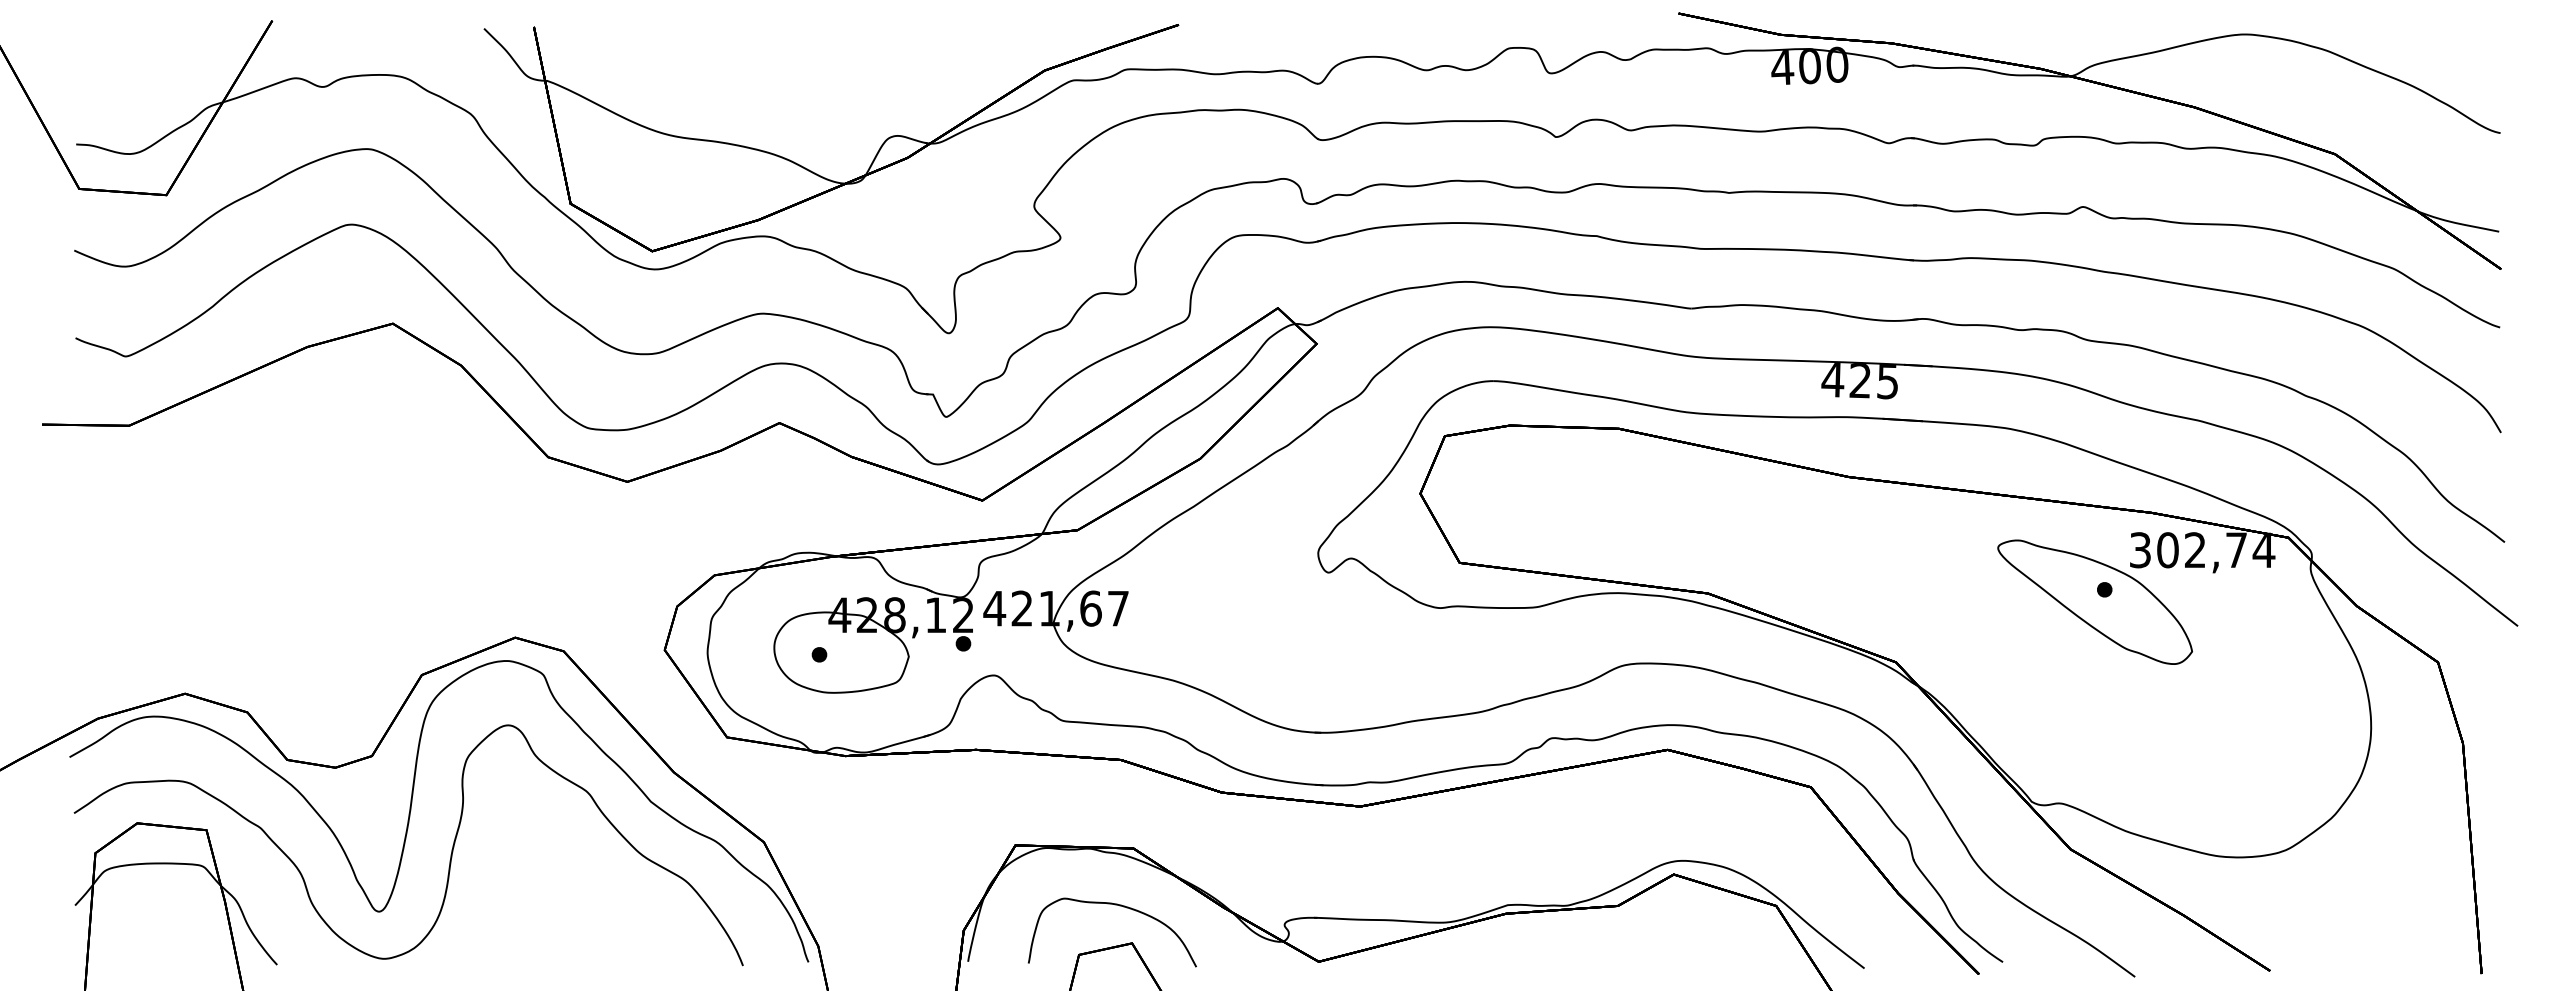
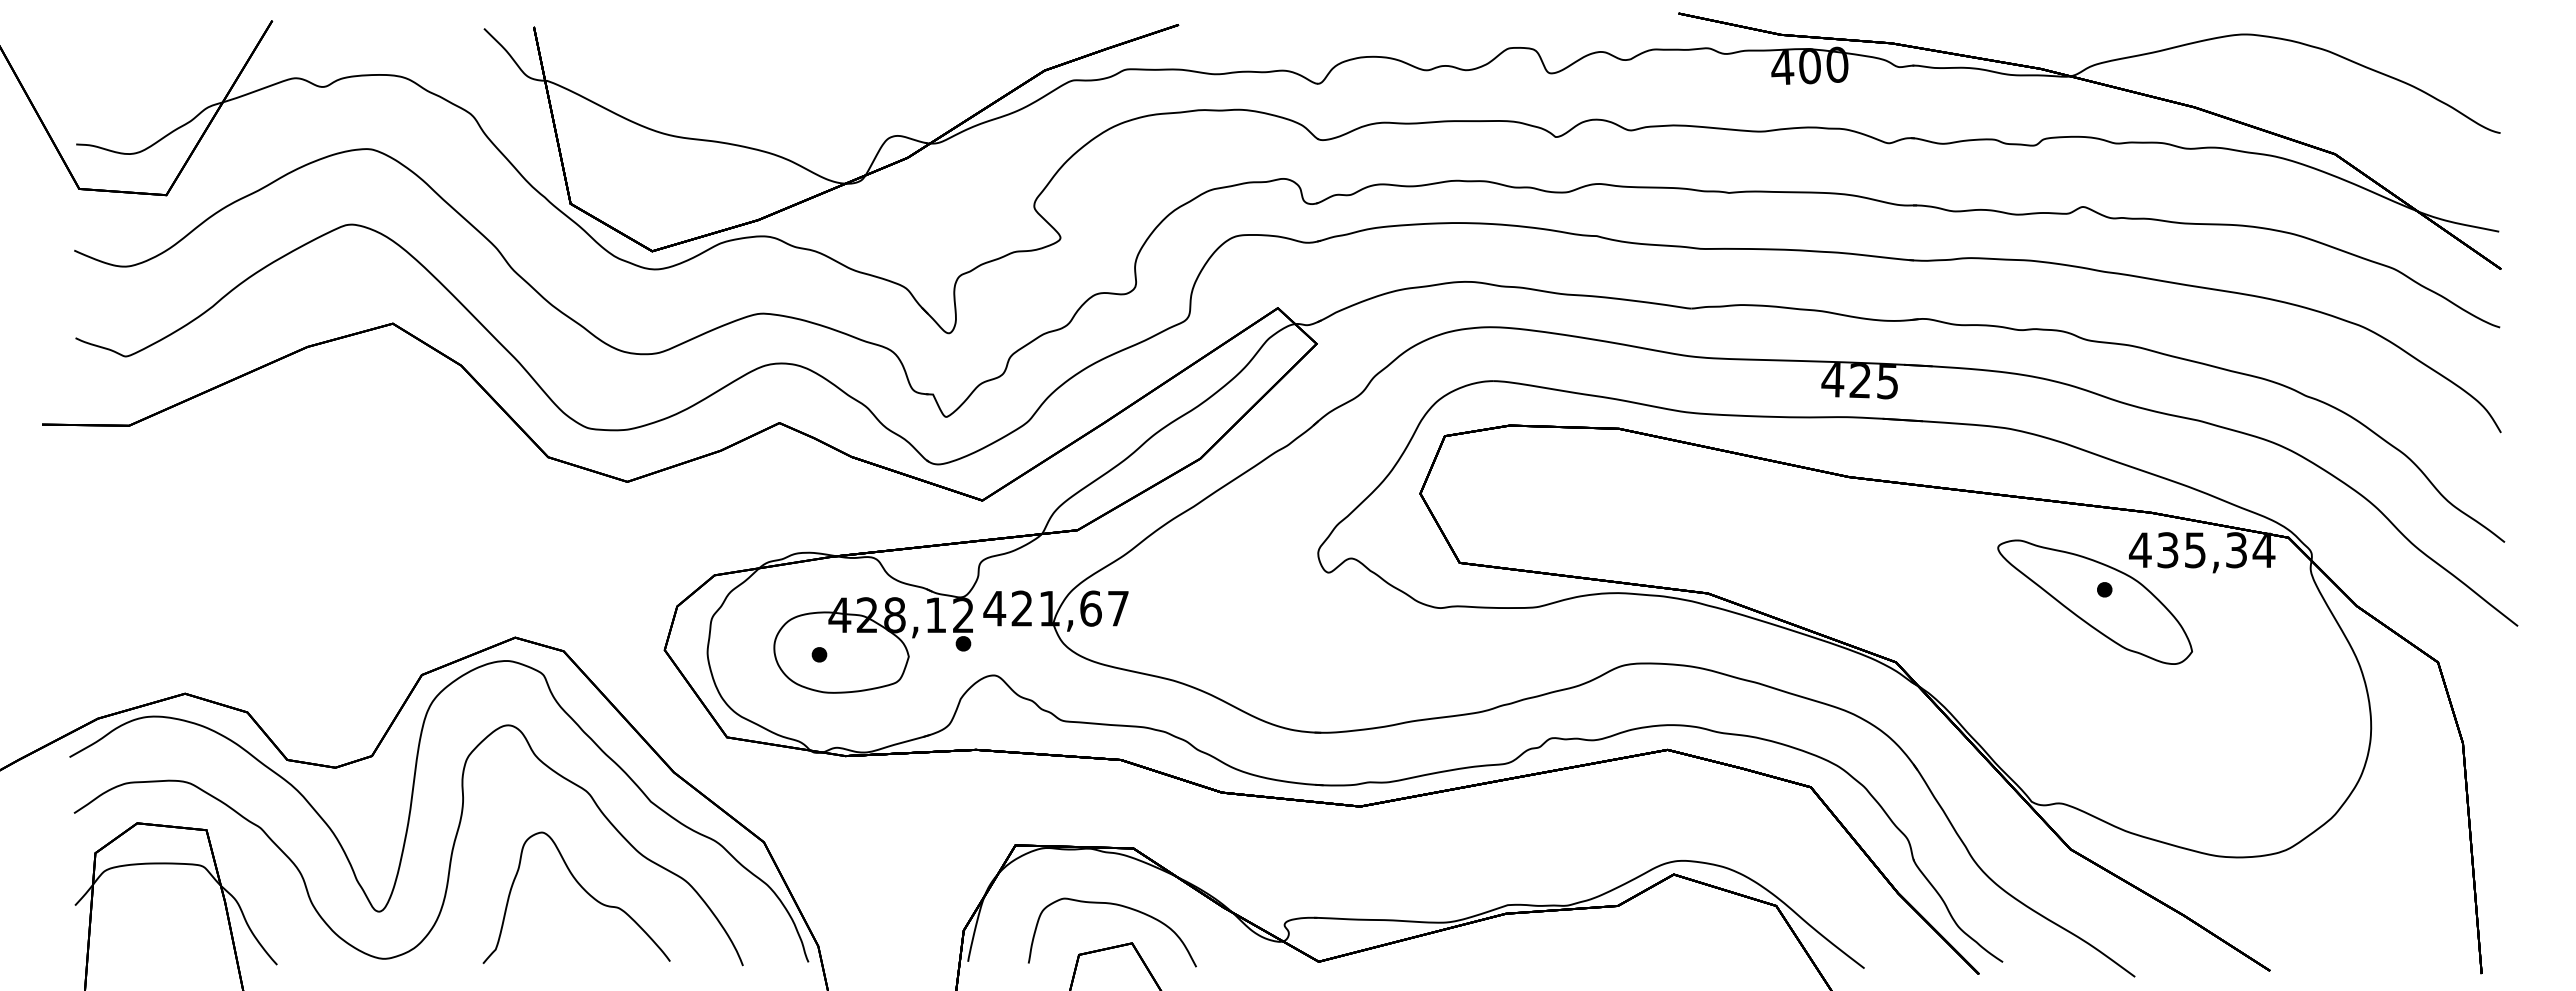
text at (2187, 550): 302,74 -> 435,34
curve at (583, 890): none -> present
